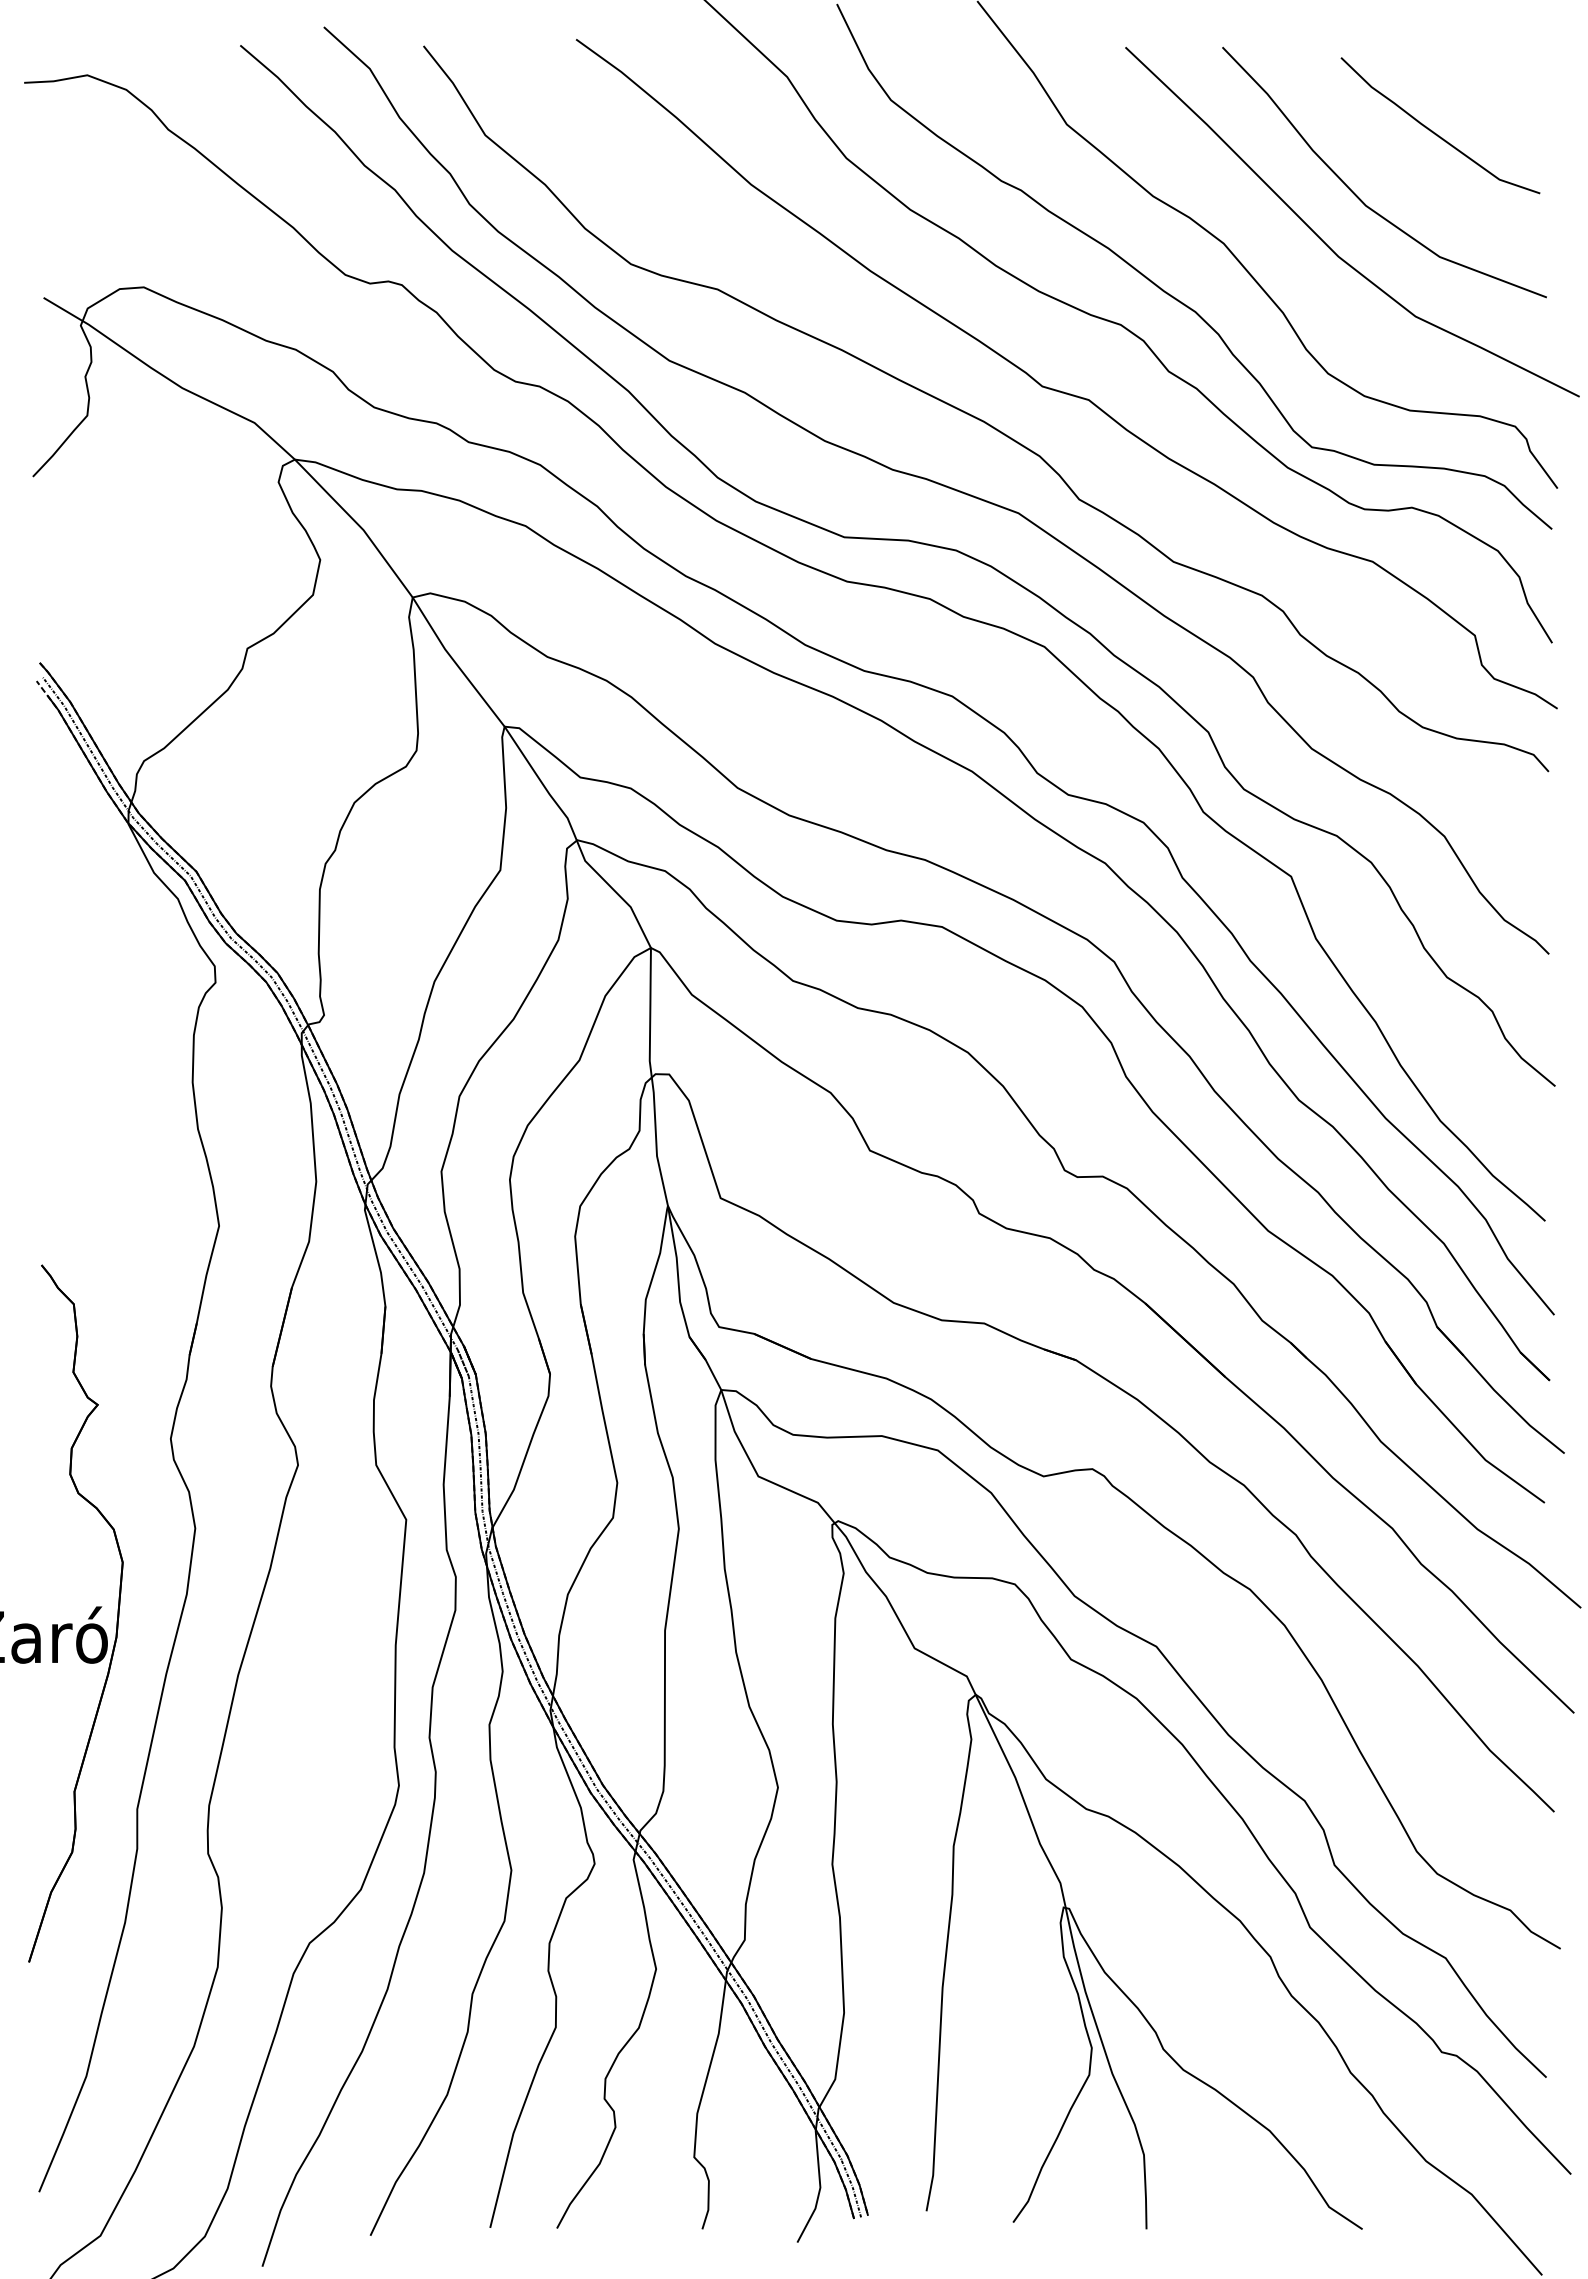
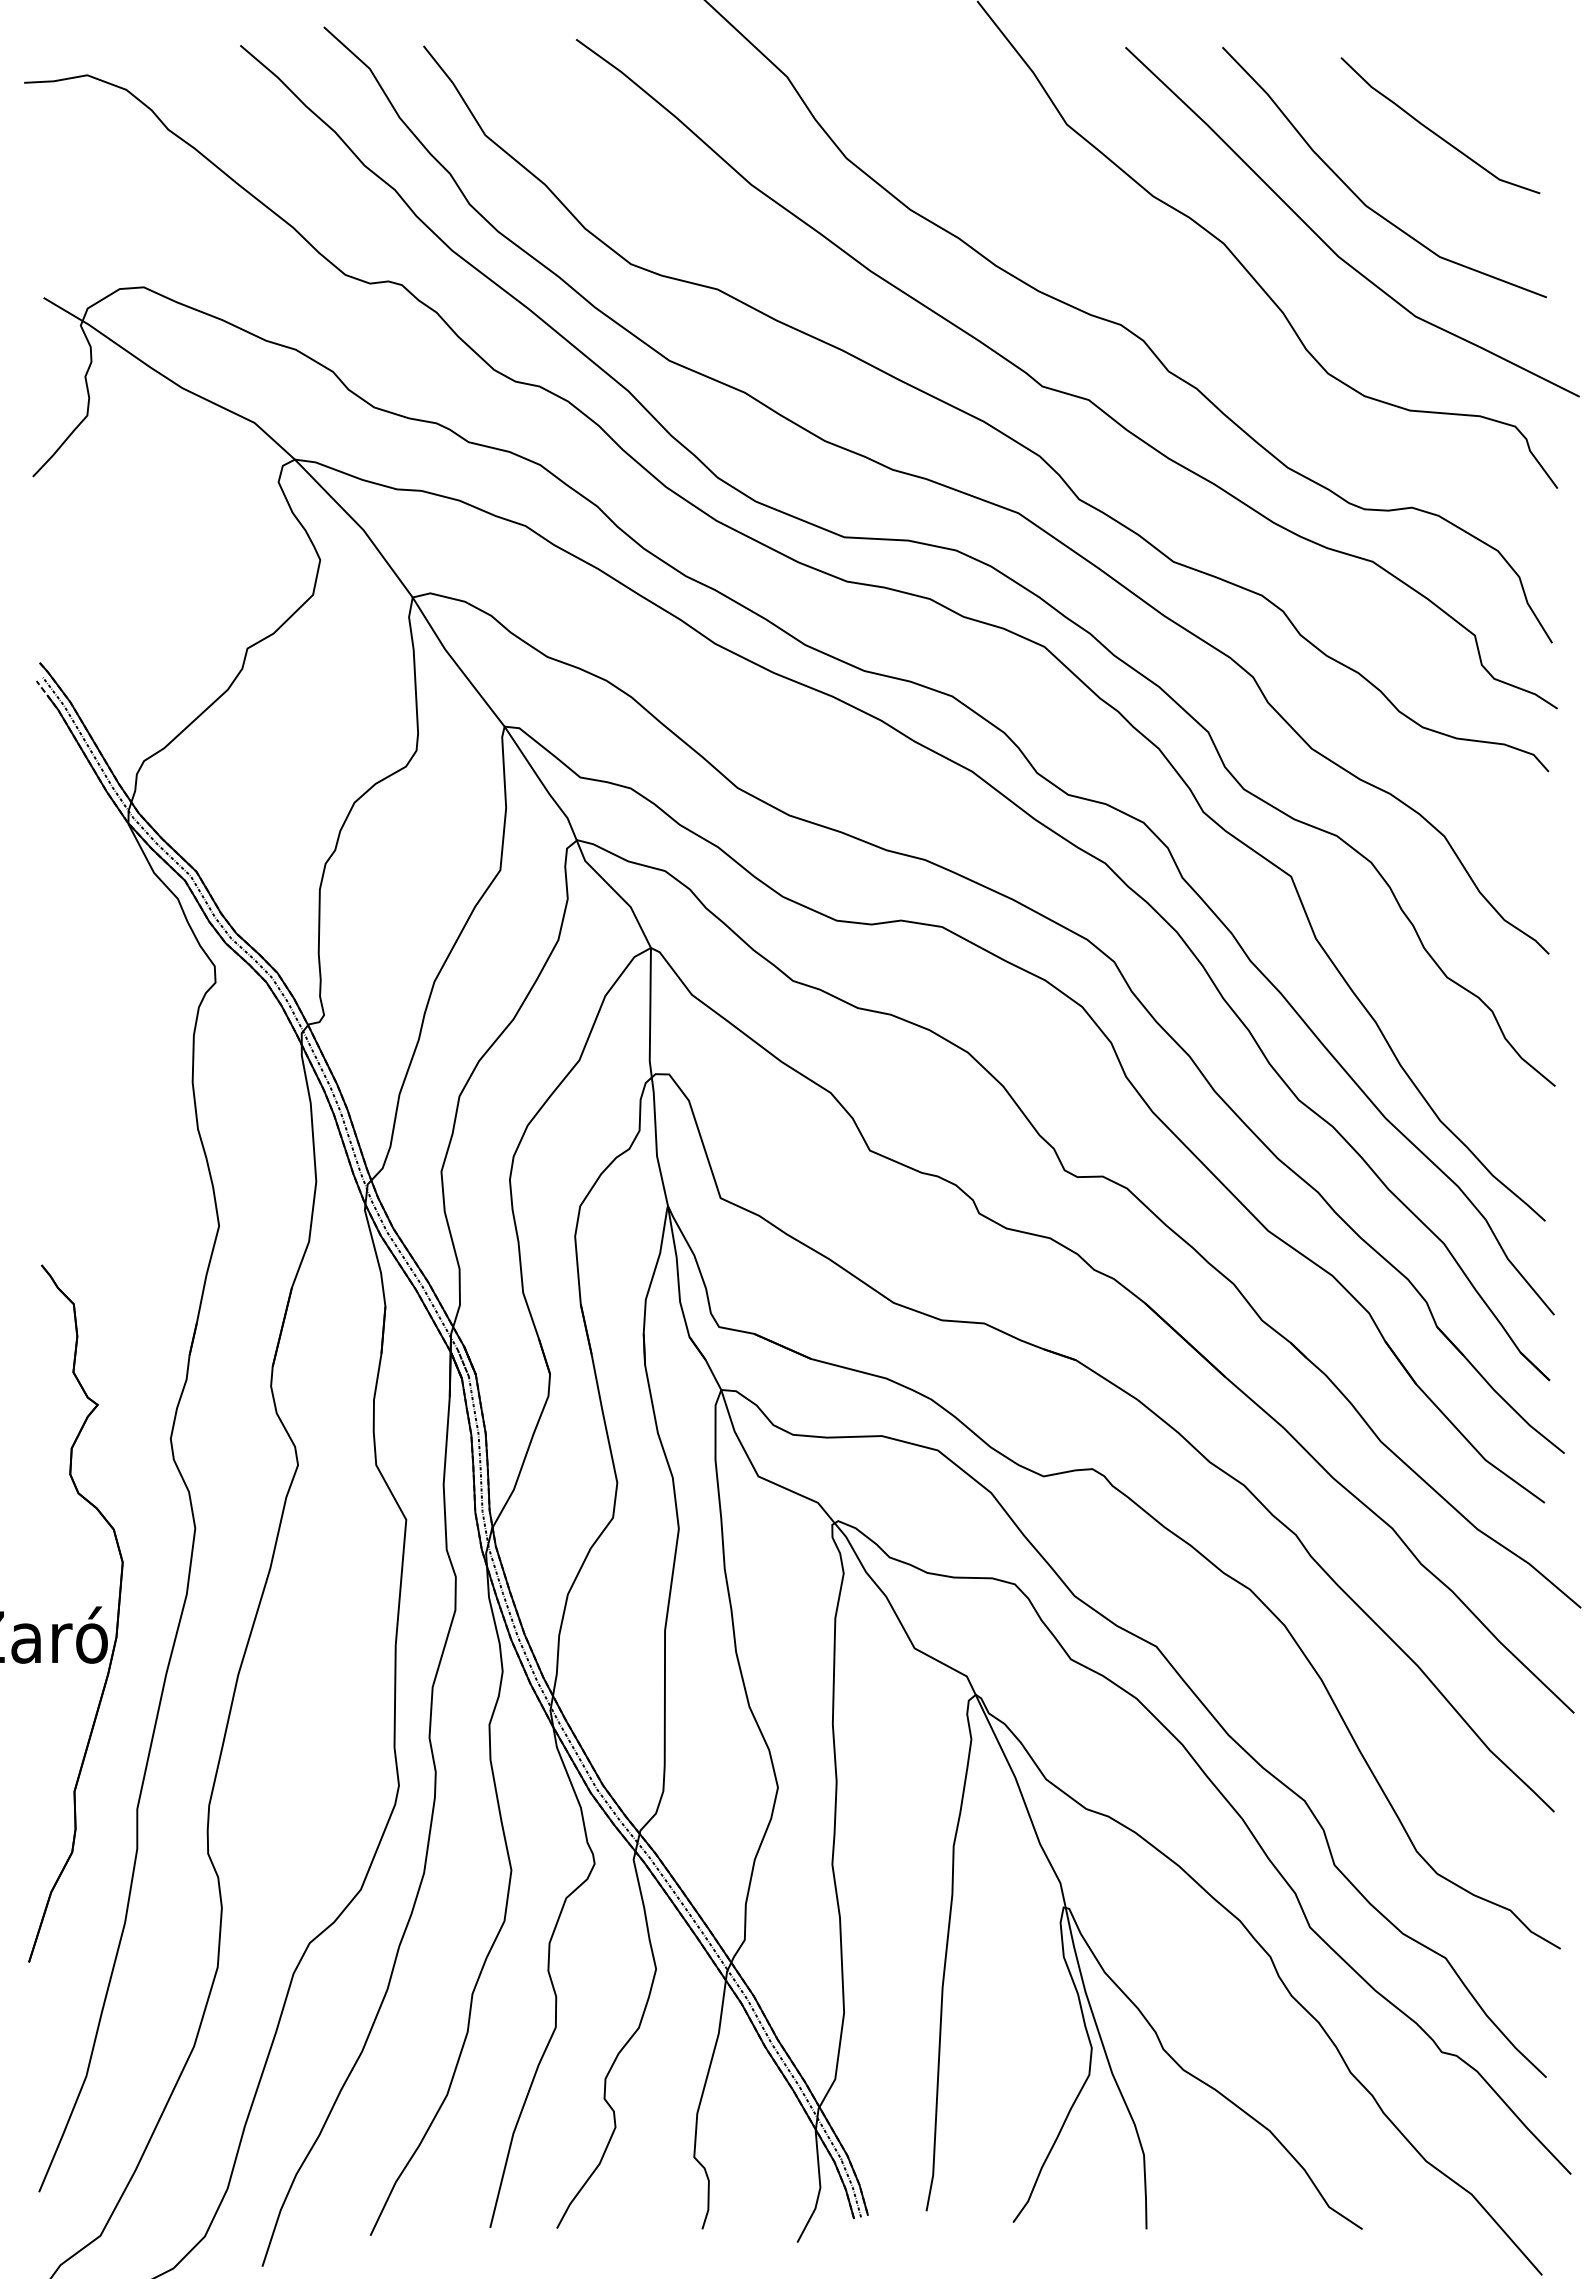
part at (1175, 297): present -> none
